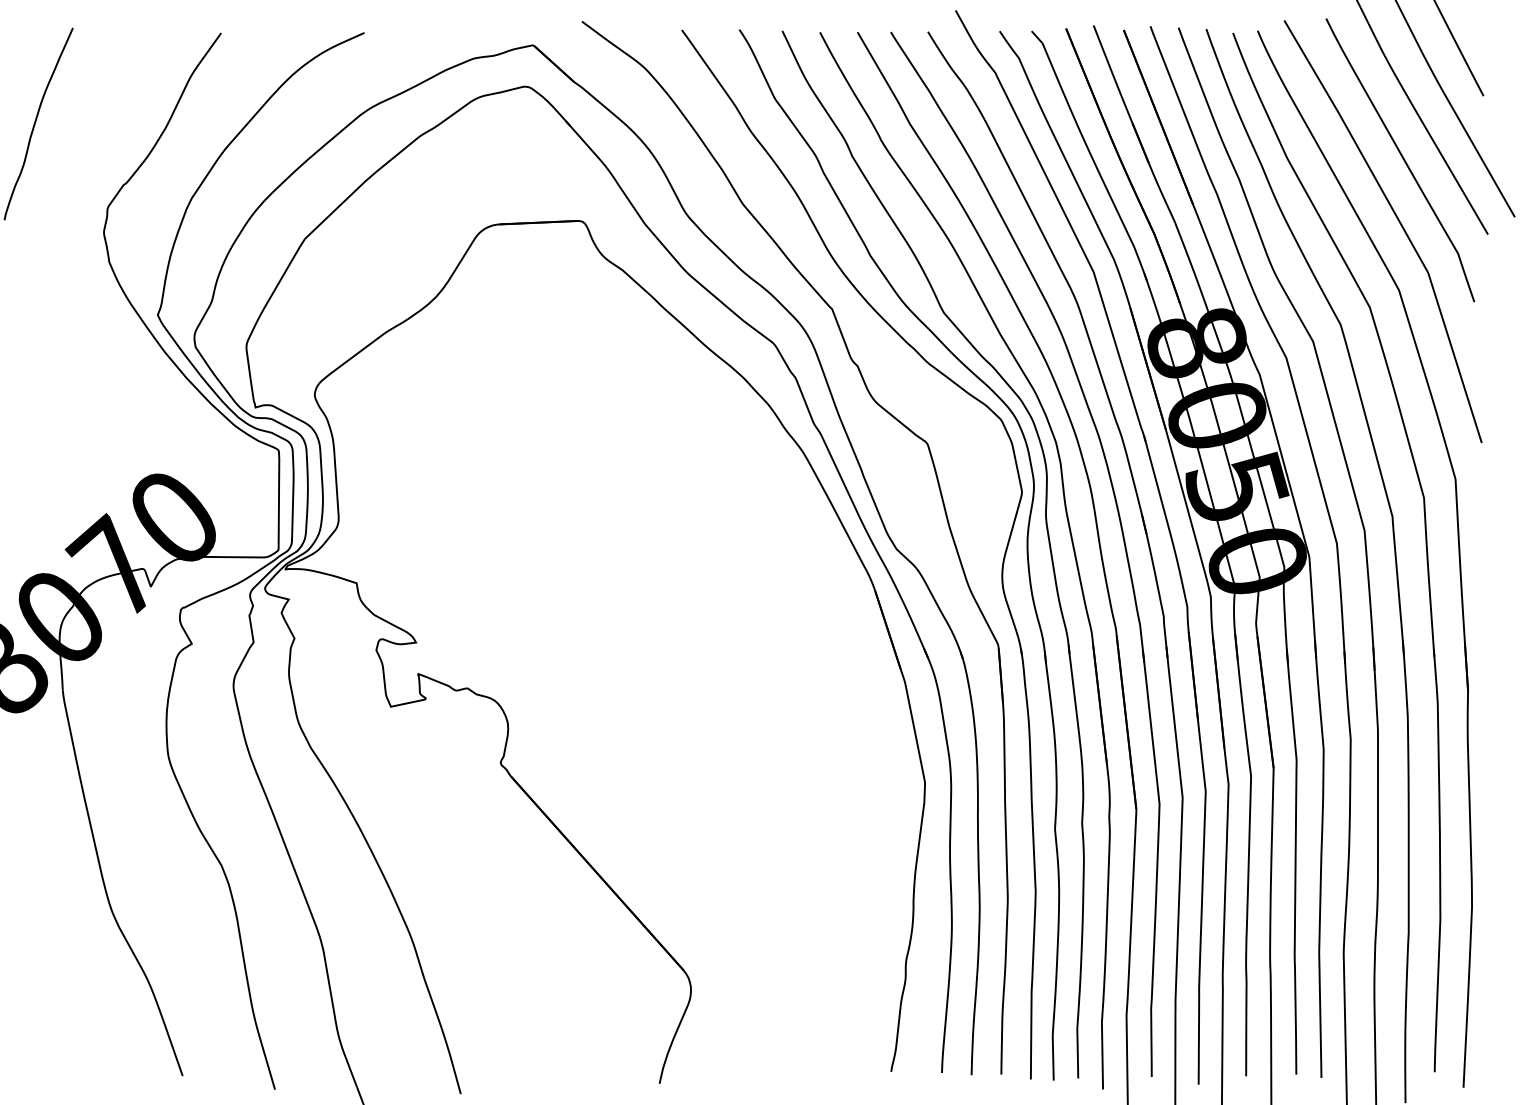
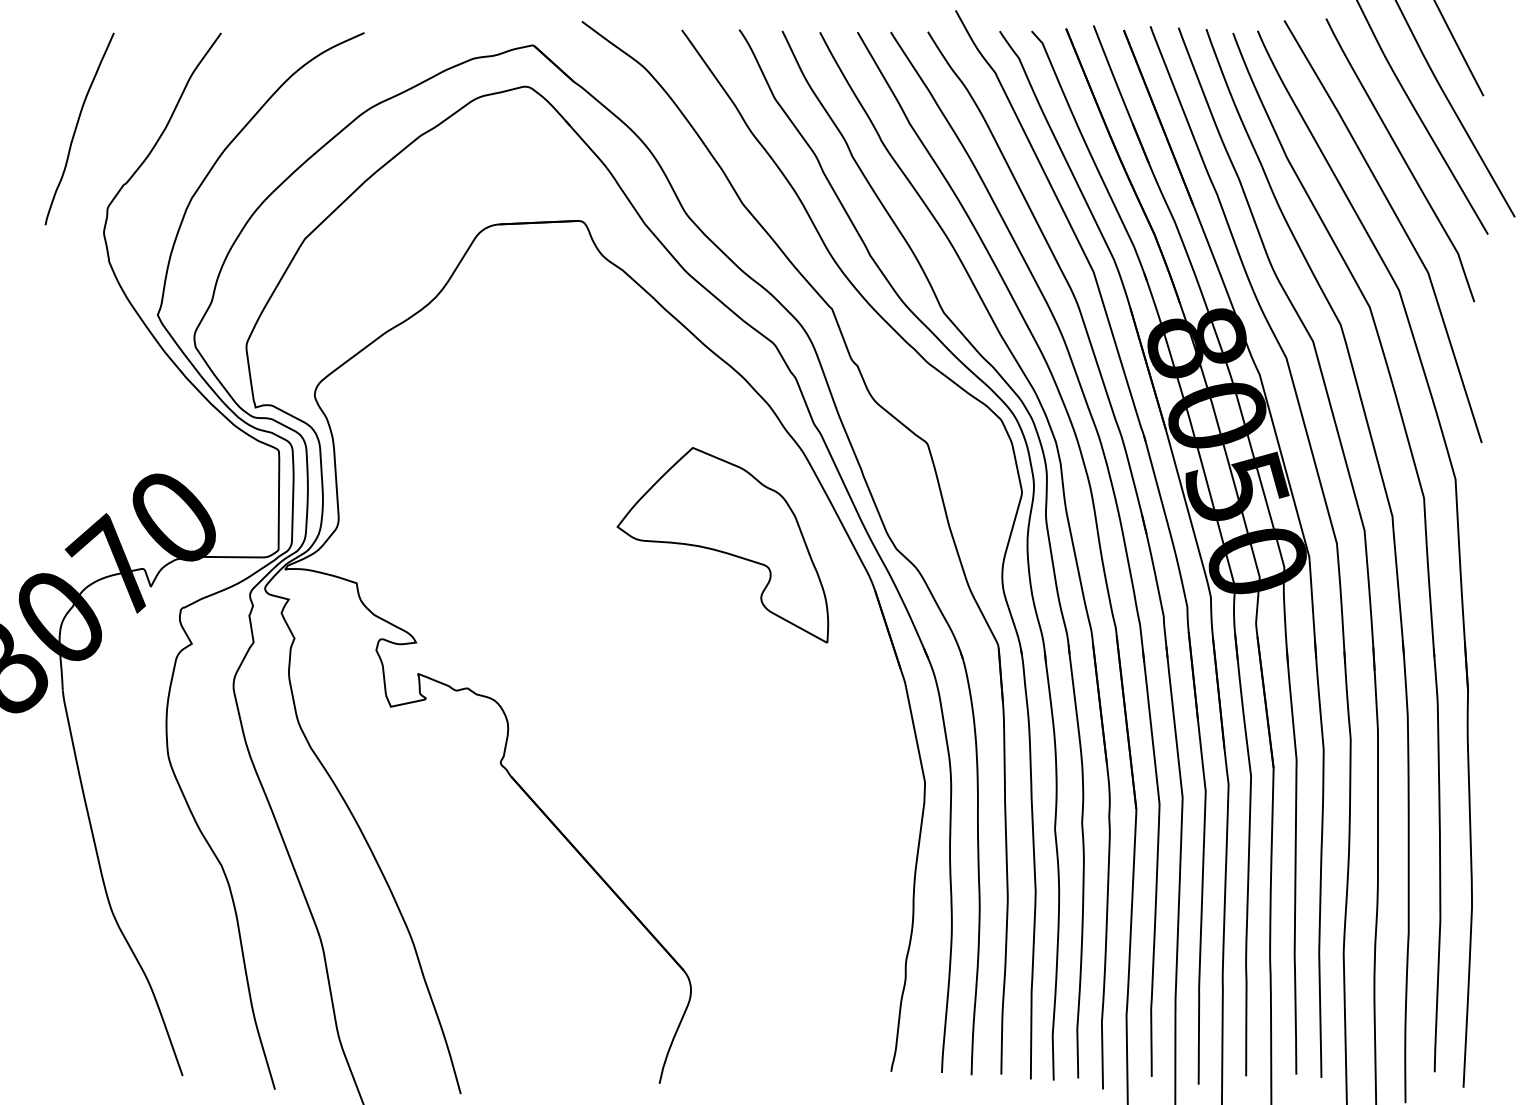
curve at (36, 122) position: (36, 122) -> (77, 127)
part at (722, 545): none -> present
